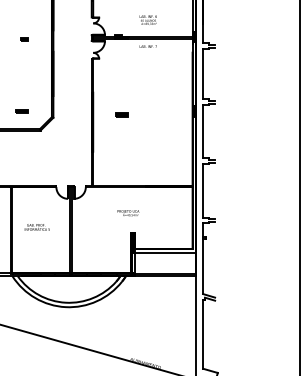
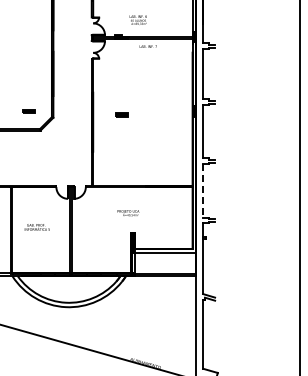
text at (147, 19) position: (147, 19) -> (137, 19)
part at (24, 39): present -> none
part at (21, 111) position: (21, 111) -> (28, 111)
line at (203, 191): solid -> dashed
